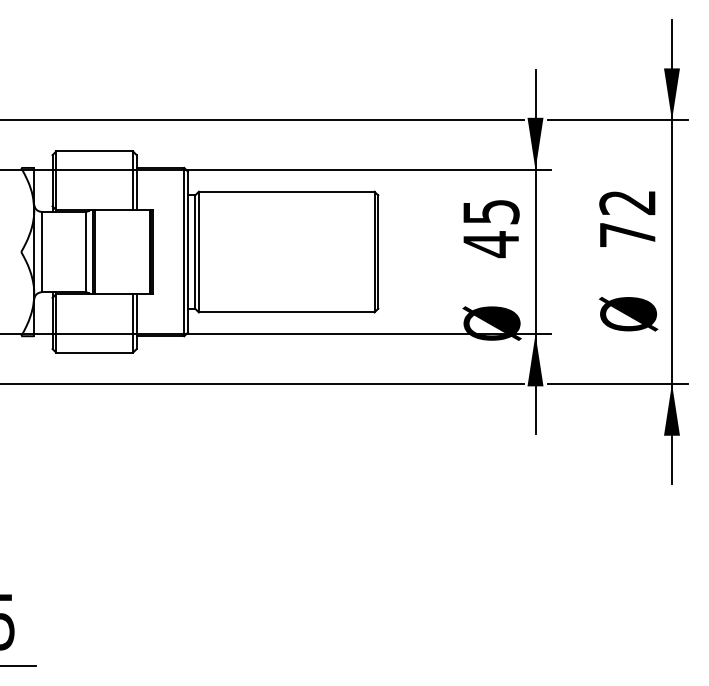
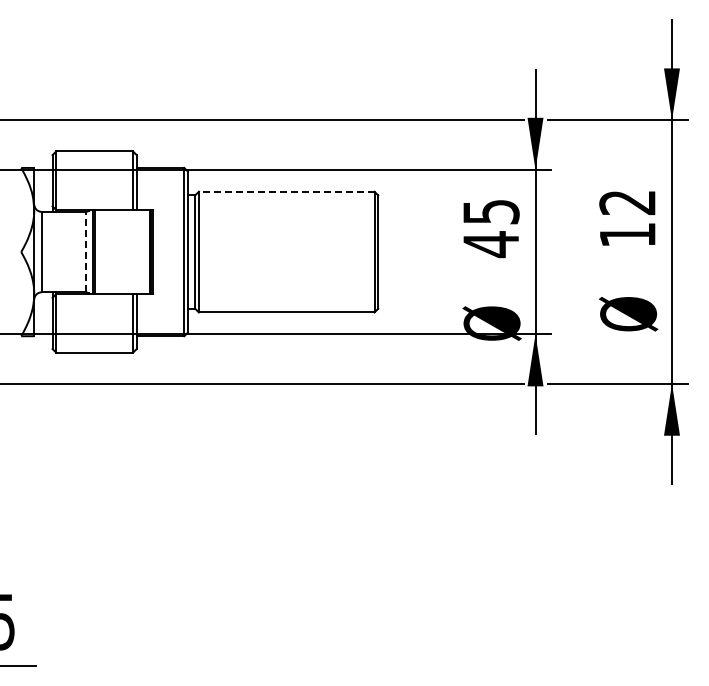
line at (286, 191): solid -> dashed
text at (627, 234): 72 -> 12
line at (85, 251): solid -> dashed
